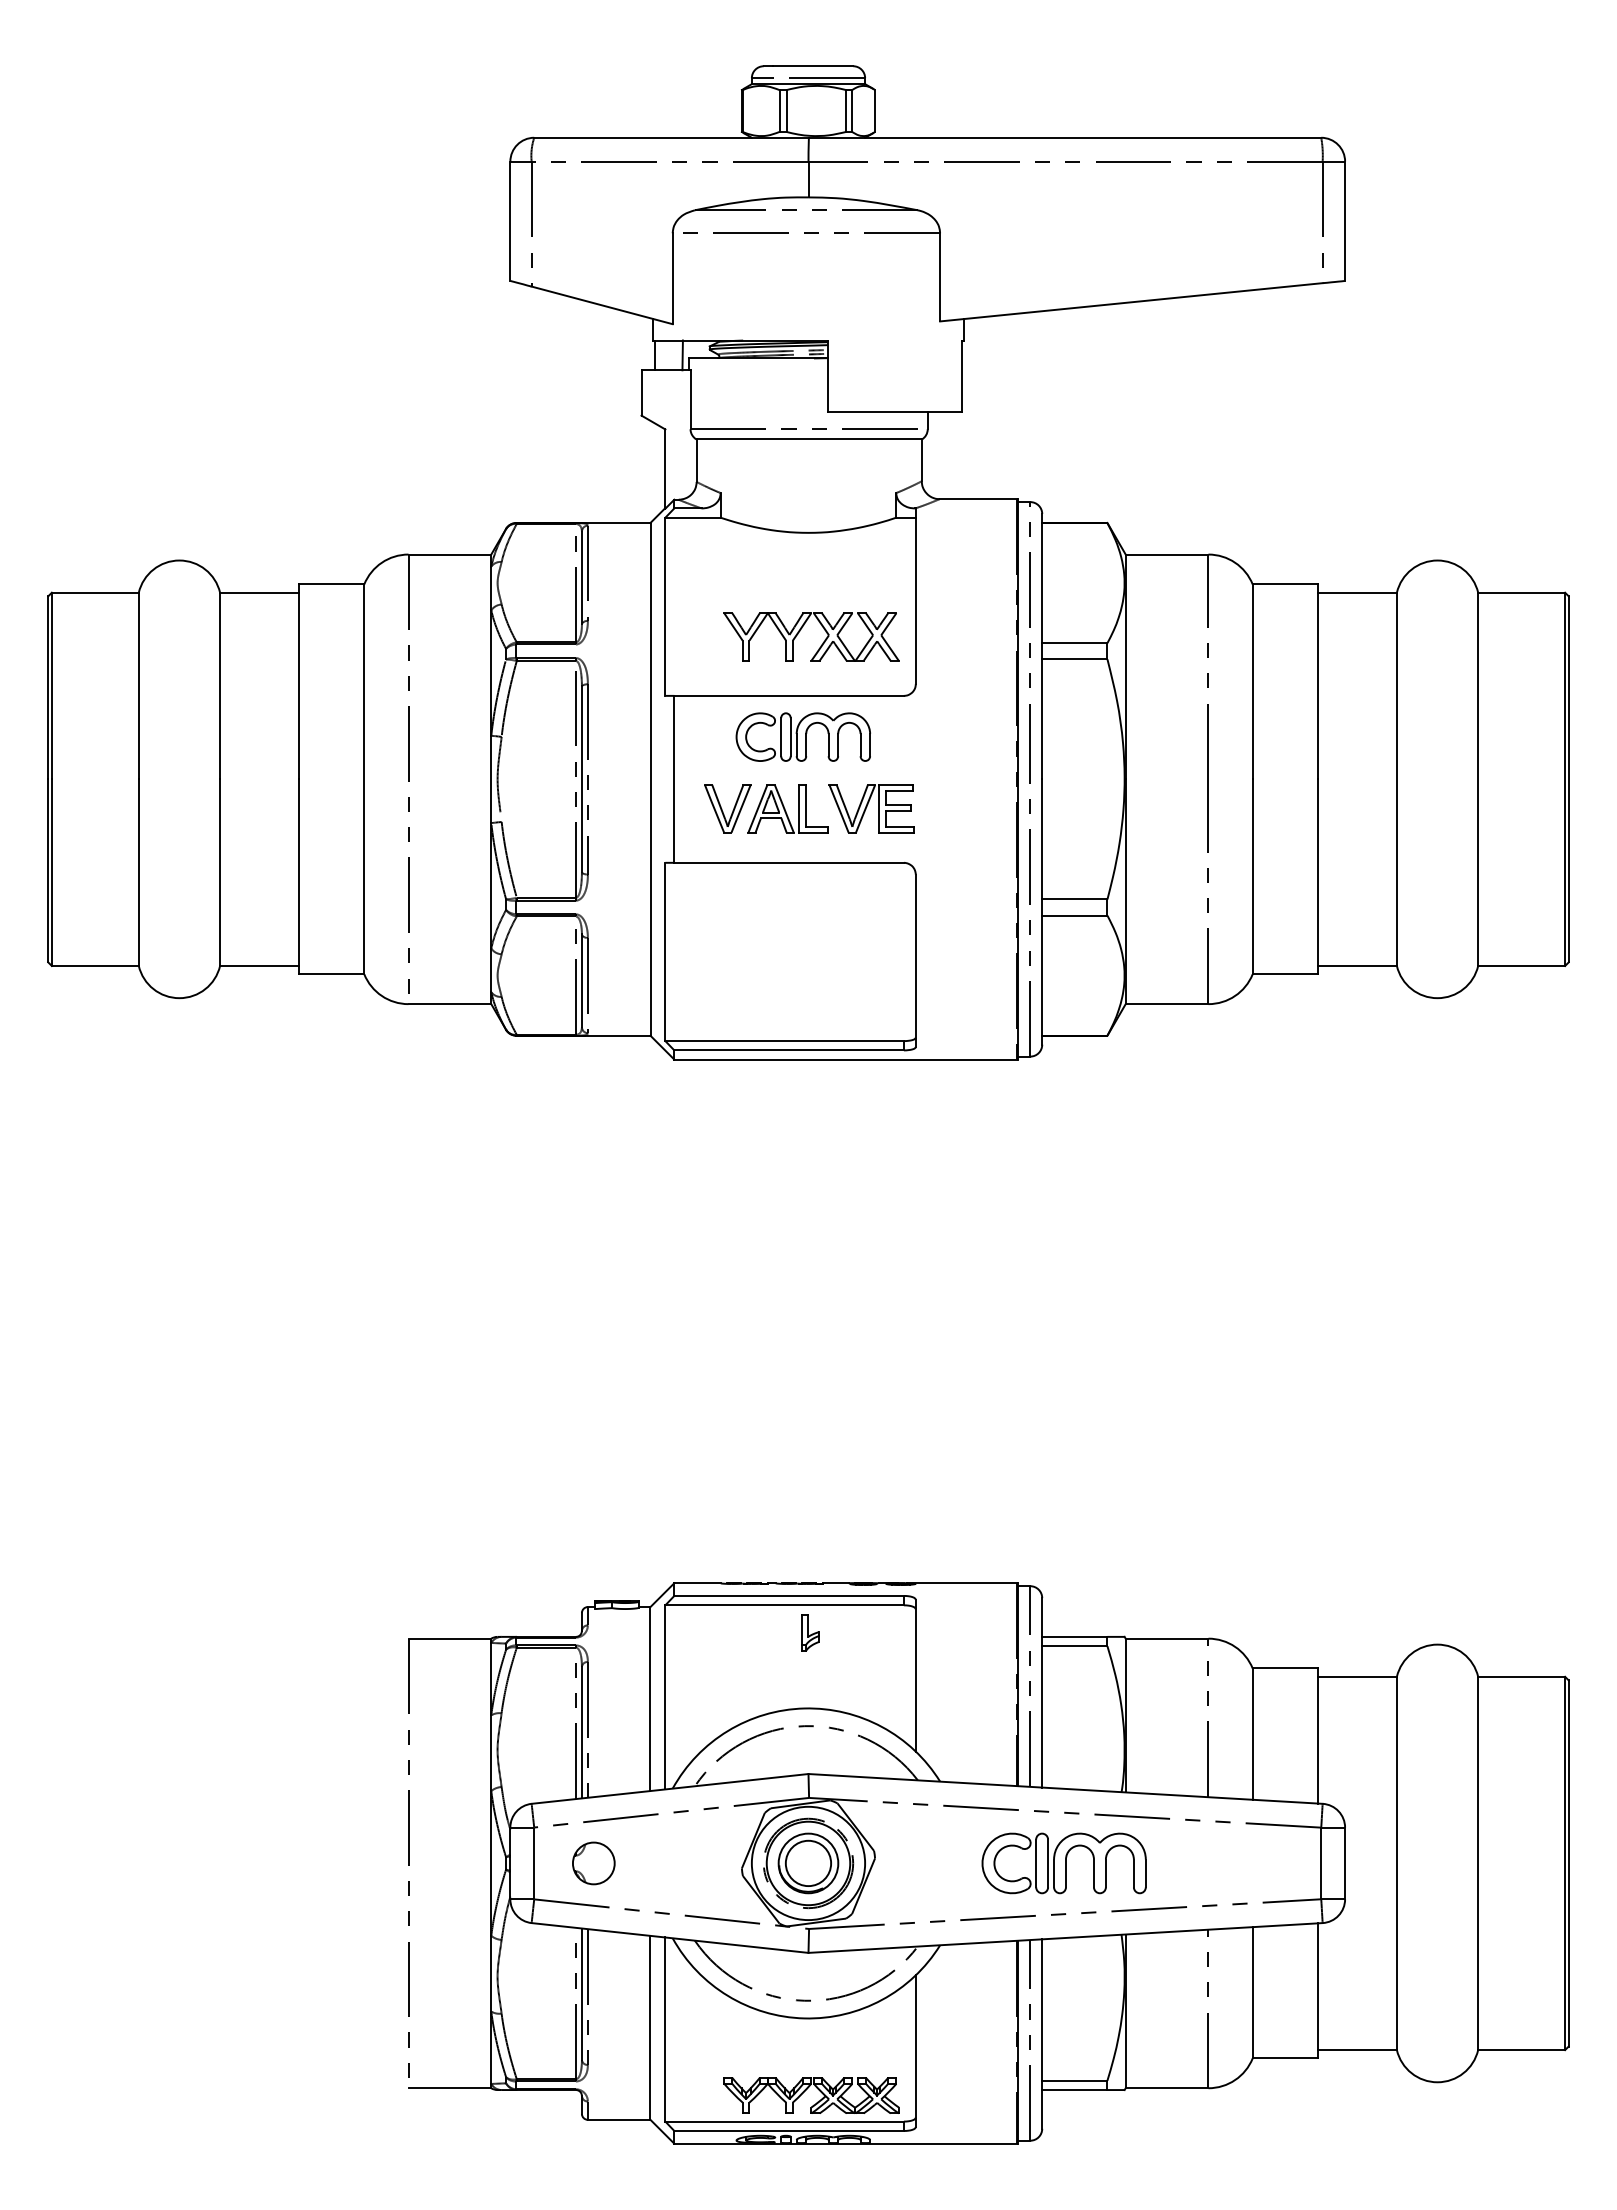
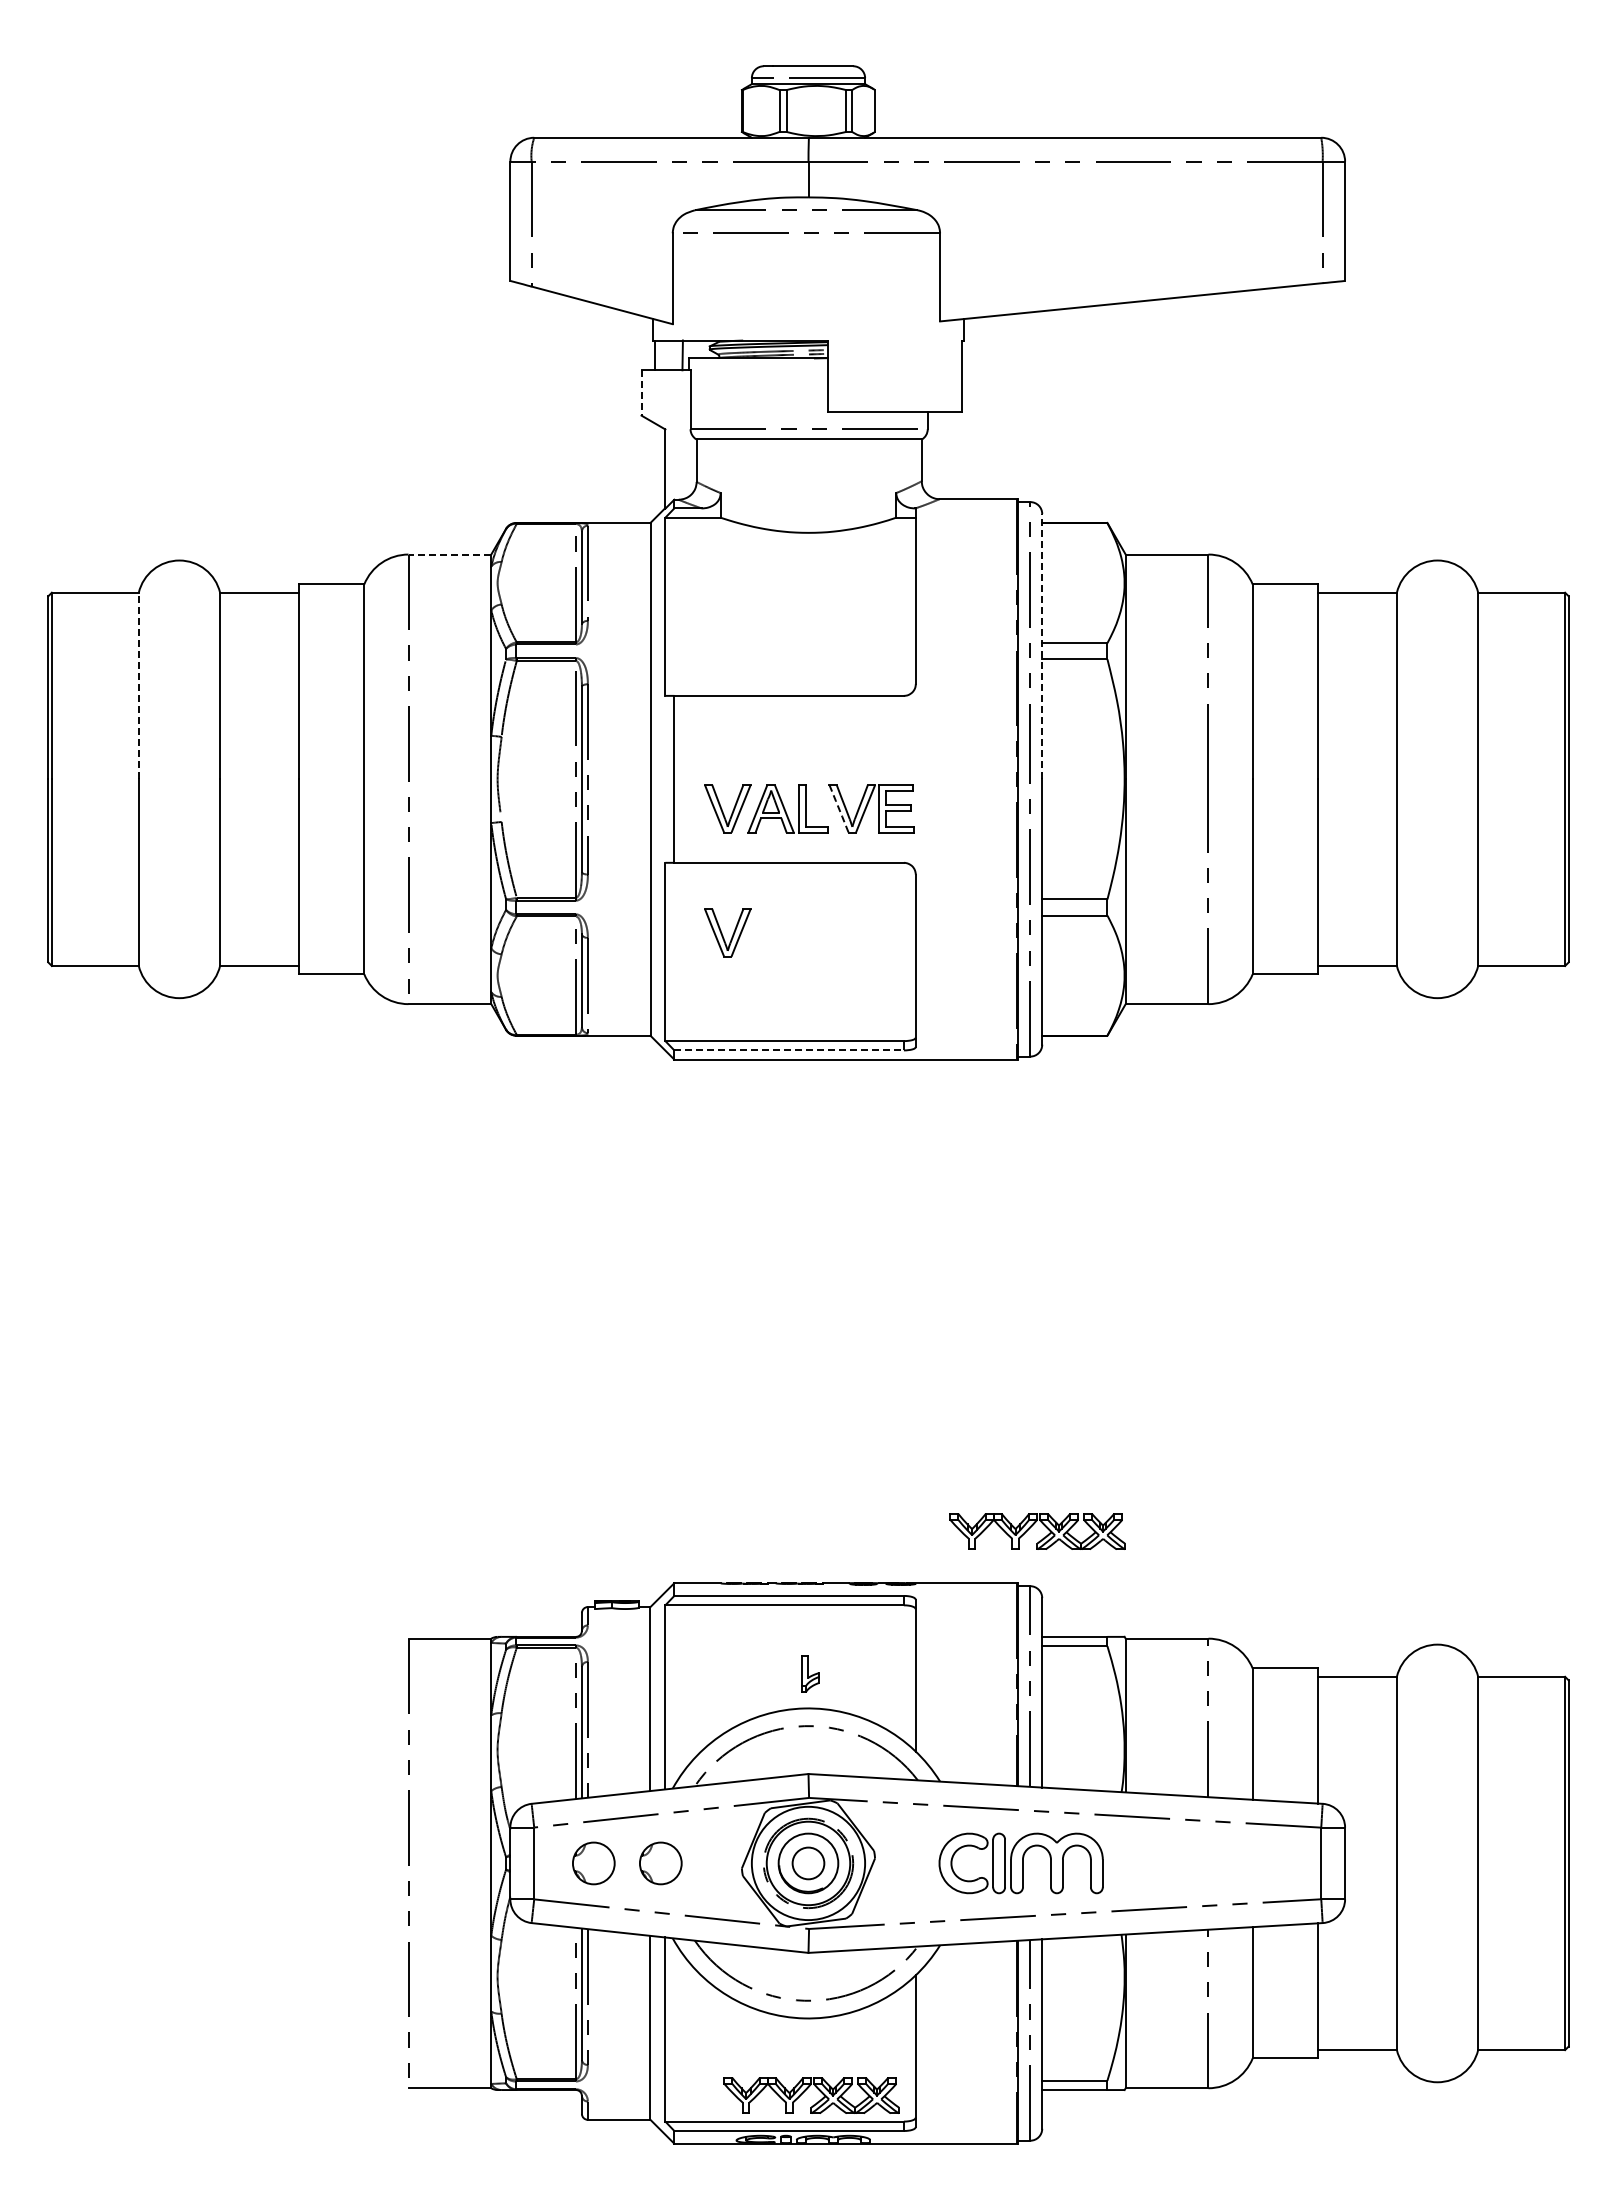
line at (641, 392): solid -> dashed
line at (449, 554): solid -> dashed
part at (802, 628): present -> none
line at (1042, 646): solid -> dashed
line at (138, 685): solid -> dashed
part at (802, 736): present -> none
line at (839, 808): solid -> dashed
part at (727, 932): none -> present
line at (789, 1050): solid -> dashed
part at (1032, 1526): none -> present
part at (810, 1632) position: (810, 1632) -> (810, 1673)
part at (660, 1863): none -> present
circle at (808, 1863) diameter: 45 px -> 32 px
part at (1063, 1863) position: (1063, 1863) -> (1020, 1863)
